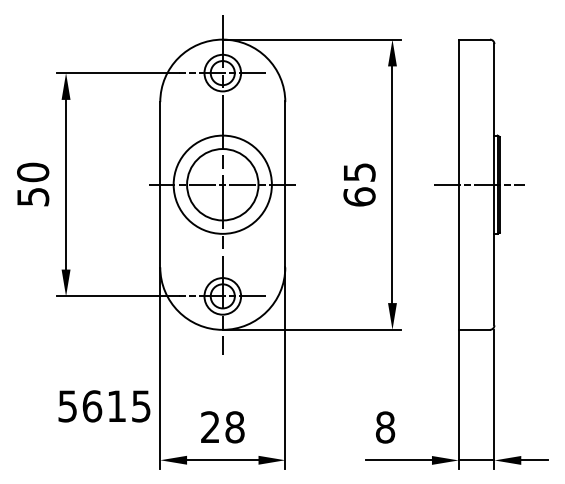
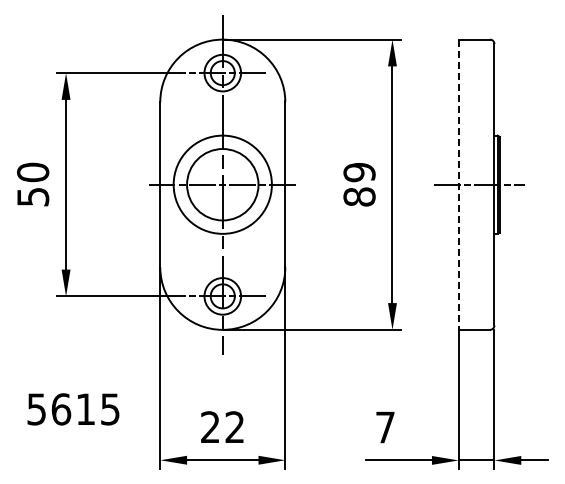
text at (359, 184): 65 -> 89
line at (458, 185): solid -> dashed
text at (104, 406) position: (104, 406) -> (73, 409)
text at (234, 427): 28 -> 22
text at (385, 427): 8 -> 7
